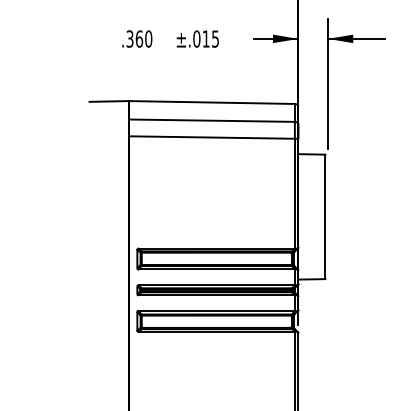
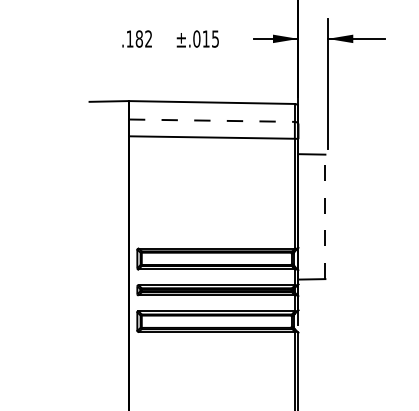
text at (139, 38): .360 -> .182
line at (212, 120): solid -> dashed
line at (325, 216): solid -> dashed
